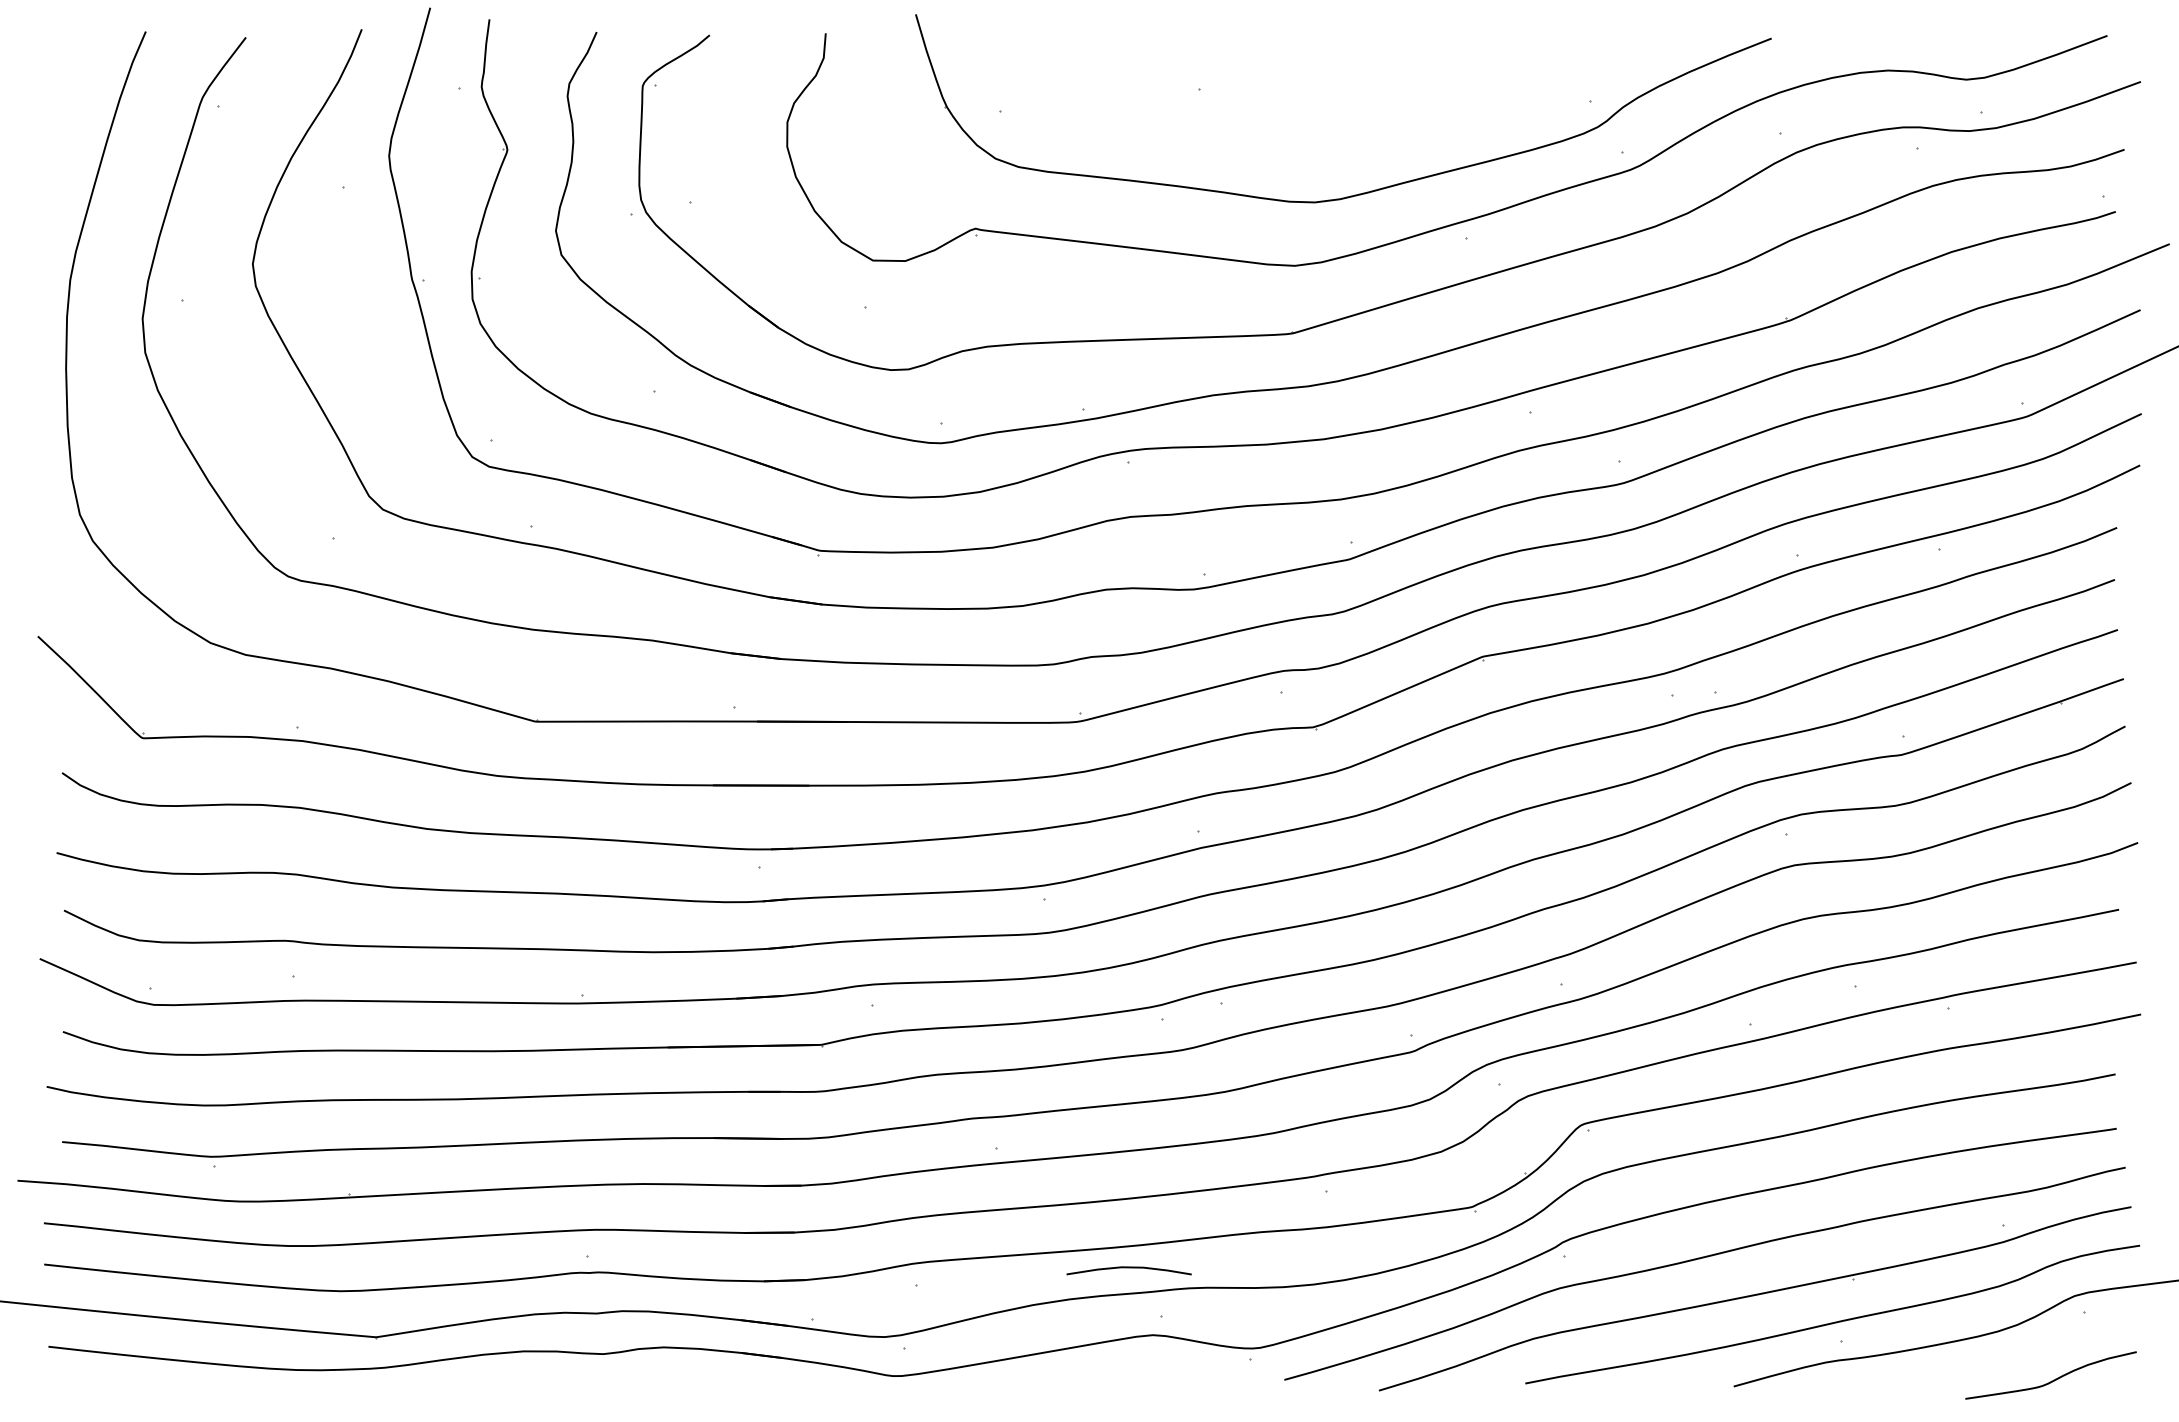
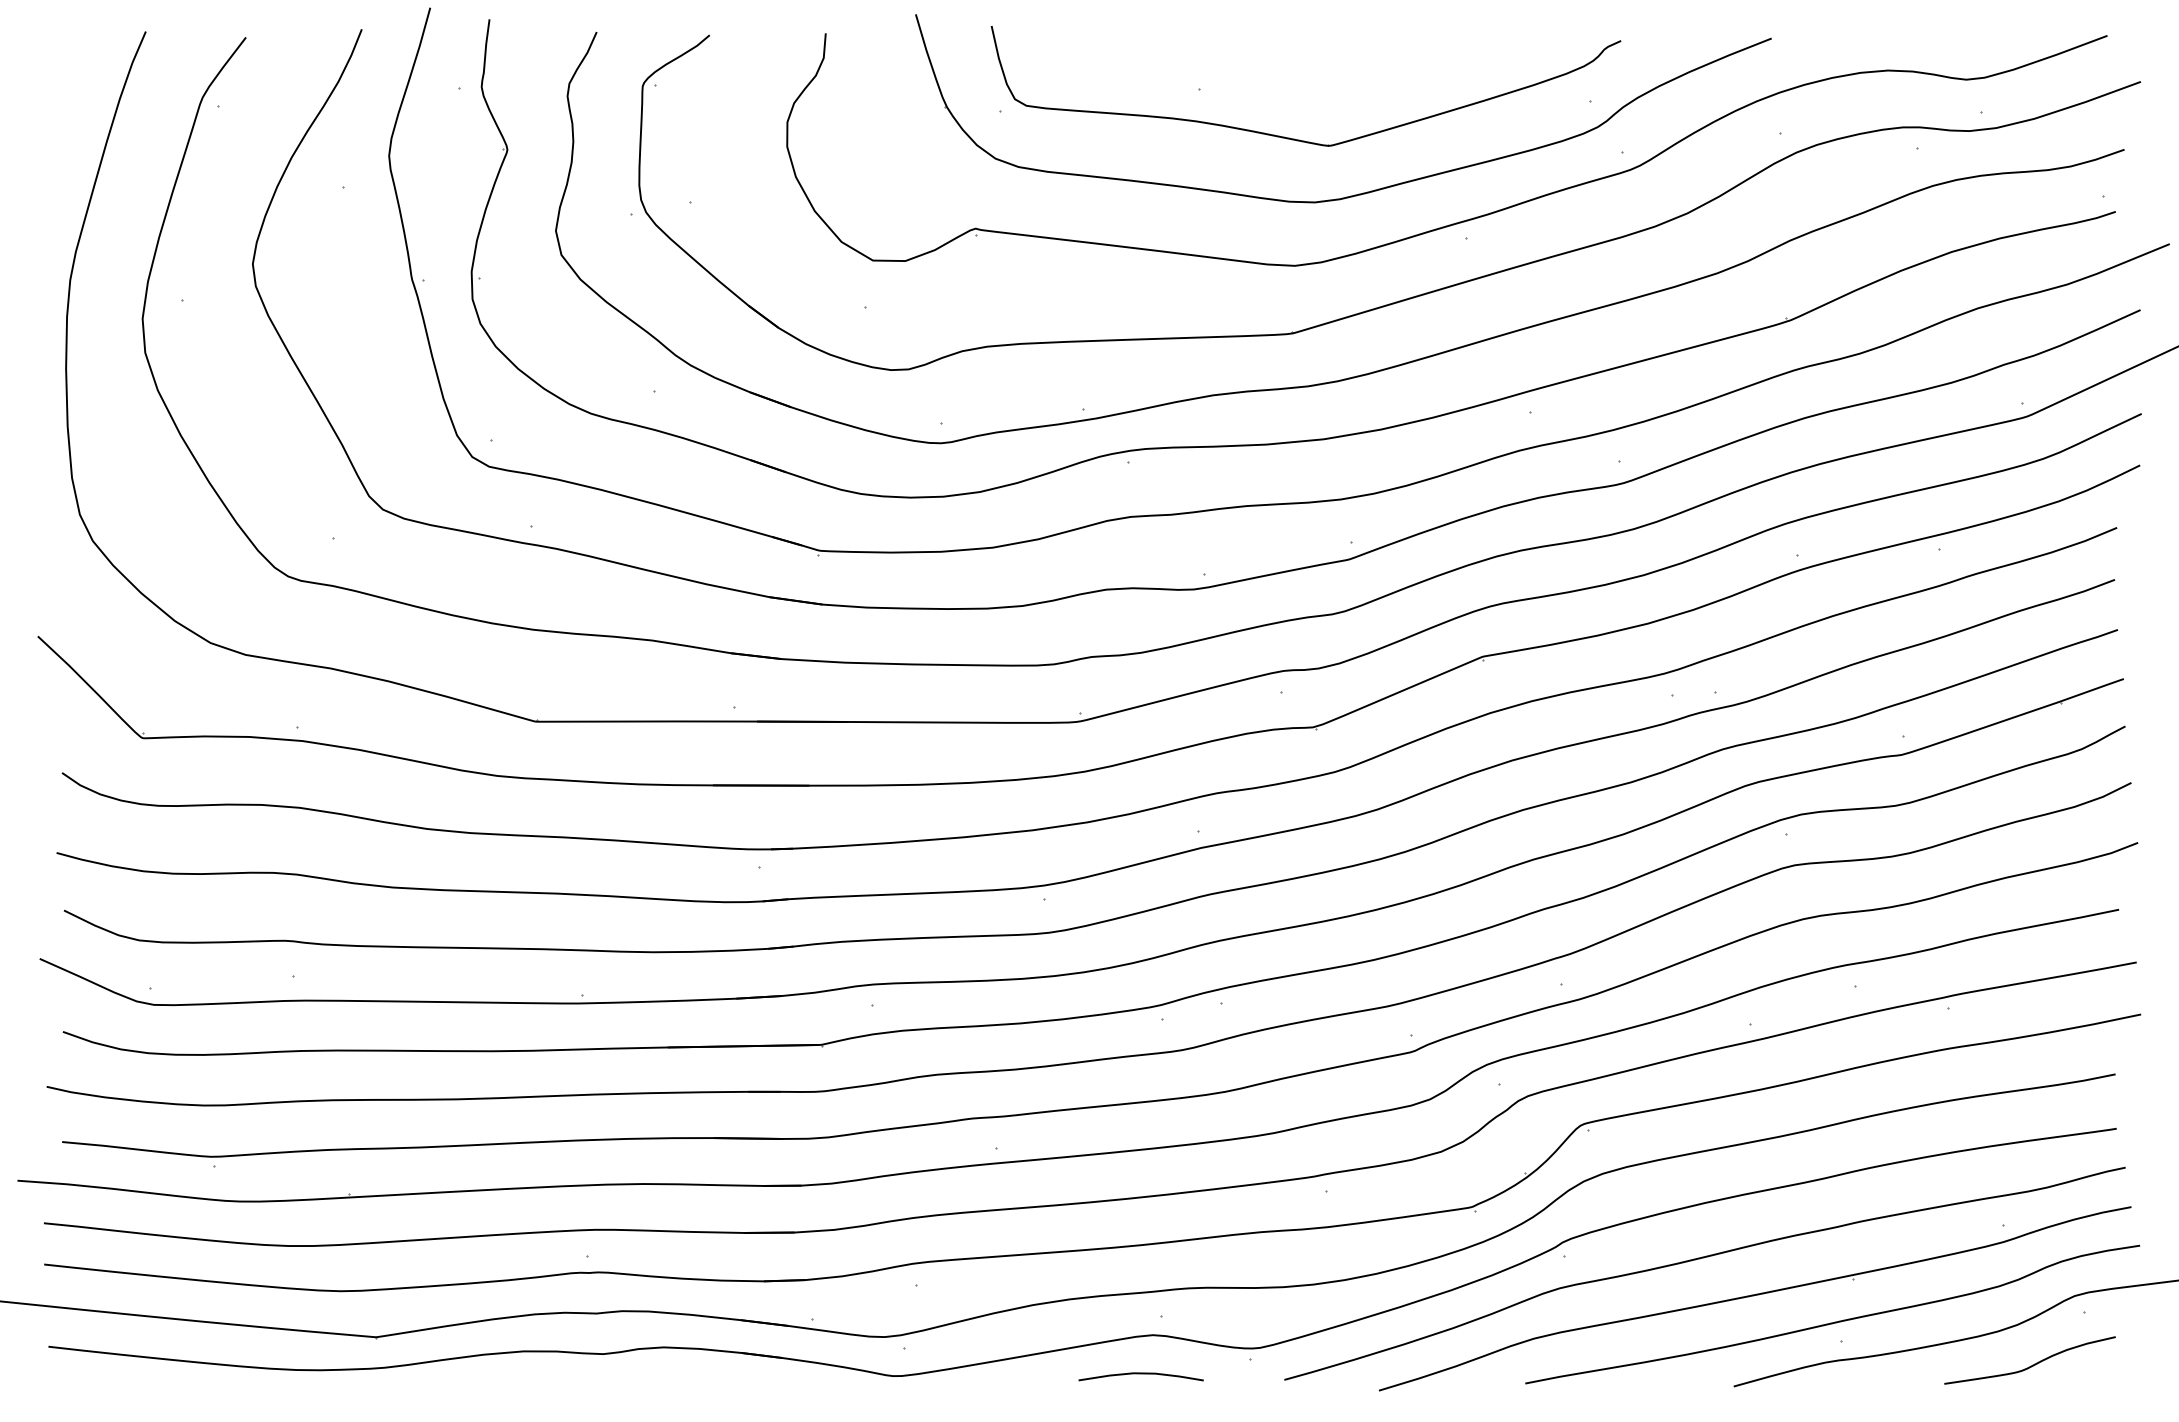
part at (1294, 138): none -> present
curve at (1128, 1268) position: (1128, 1268) -> (1140, 1374)
curve at (2053, 1379) position: (2053, 1379) -> (2032, 1364)
